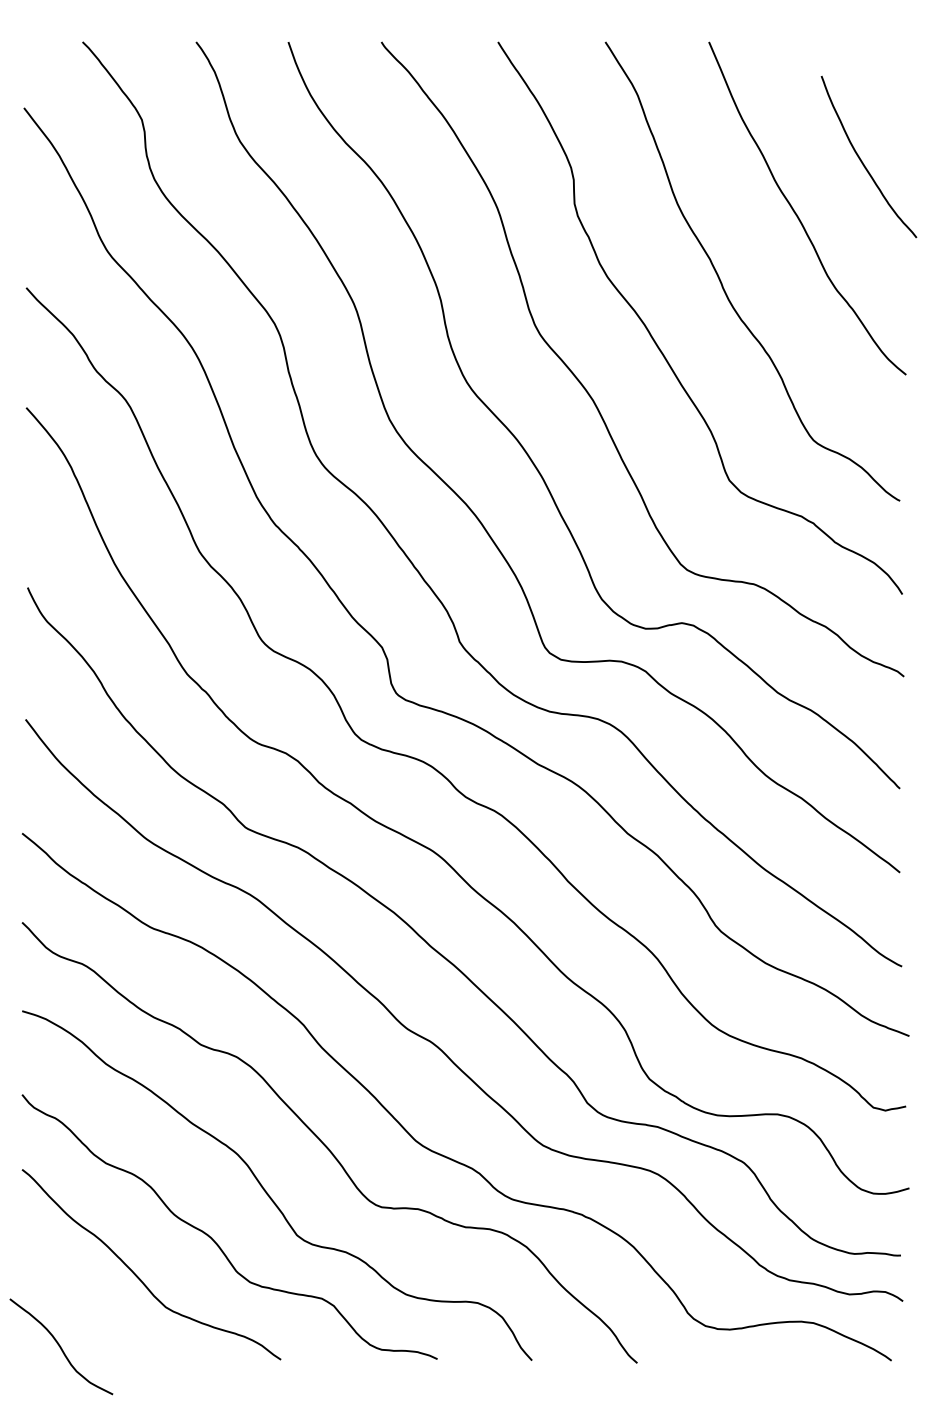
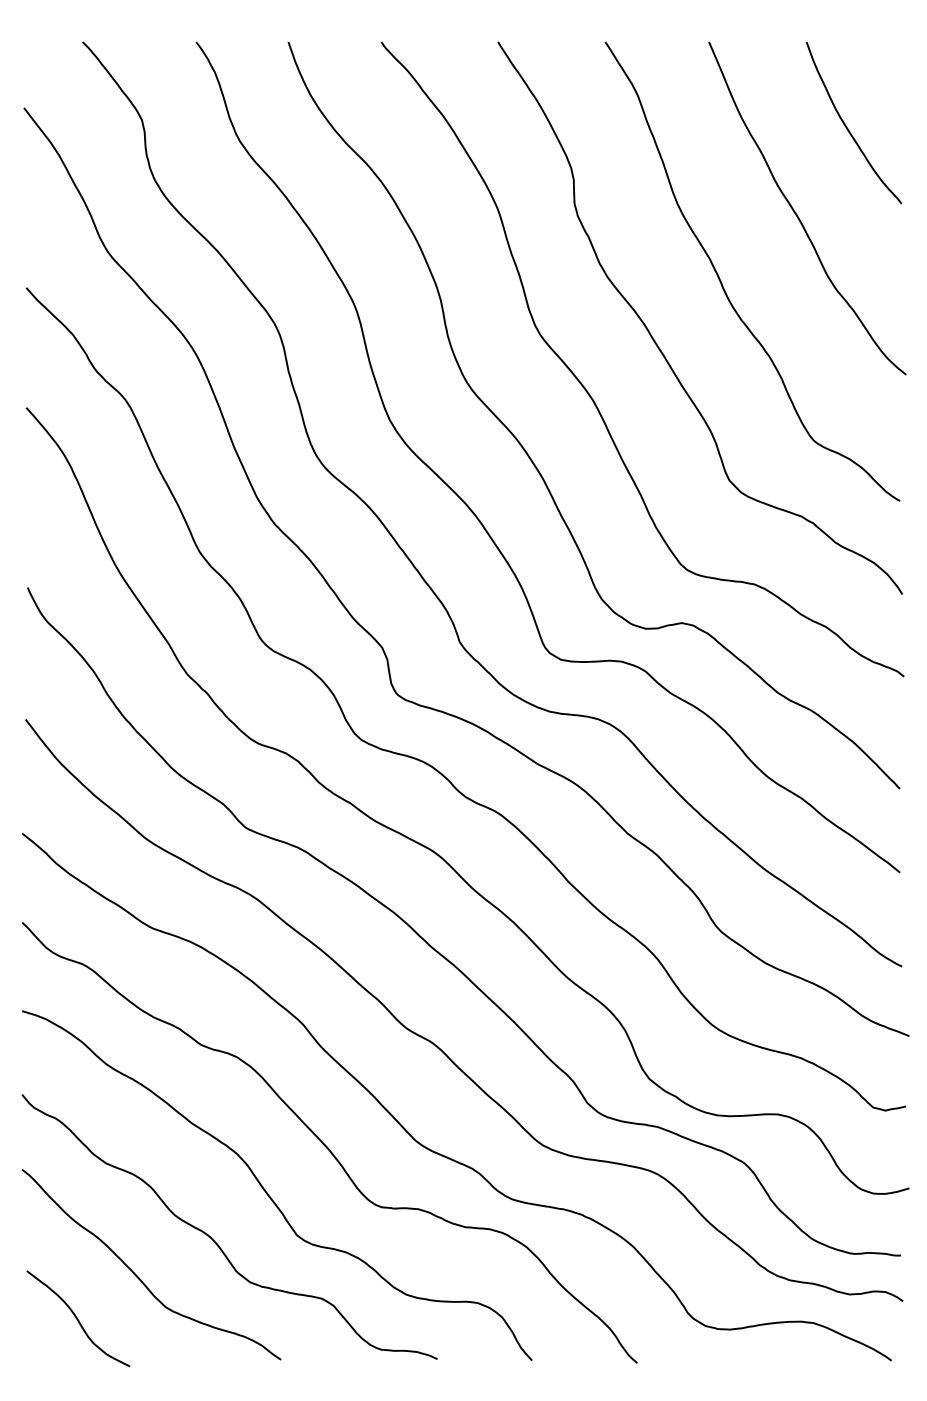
curve at (861, 159) position: (861, 159) -> (846, 125)
curve at (61, 1346) position: (61, 1346) -> (78, 1318)
